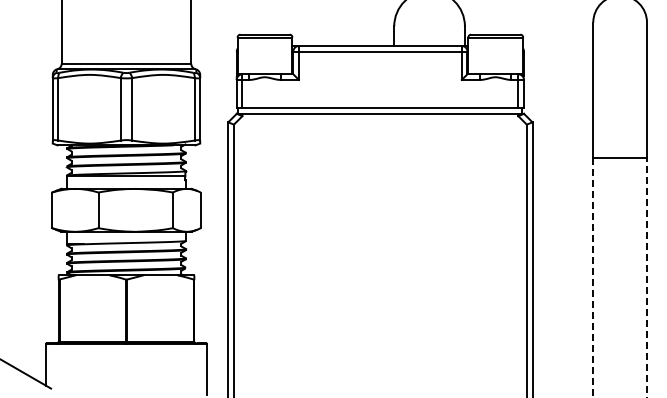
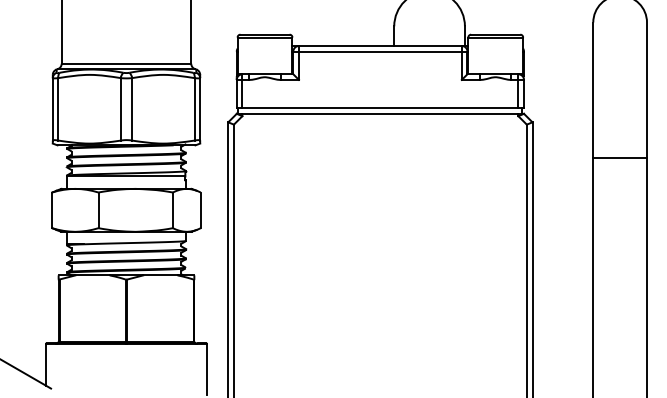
line at (593, 277): dashed -> solid
line at (647, 277): dashed -> solid
